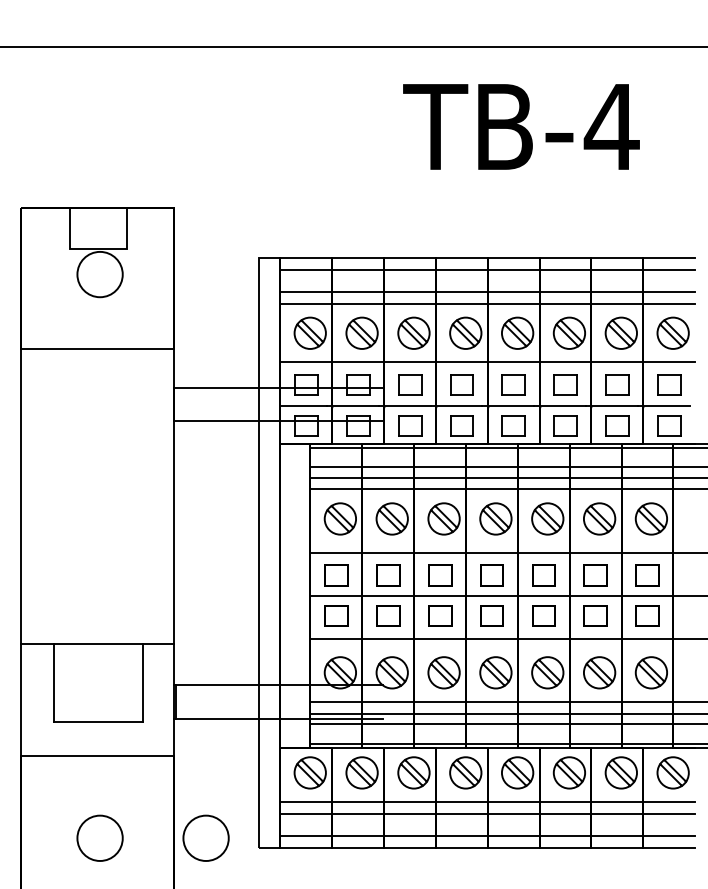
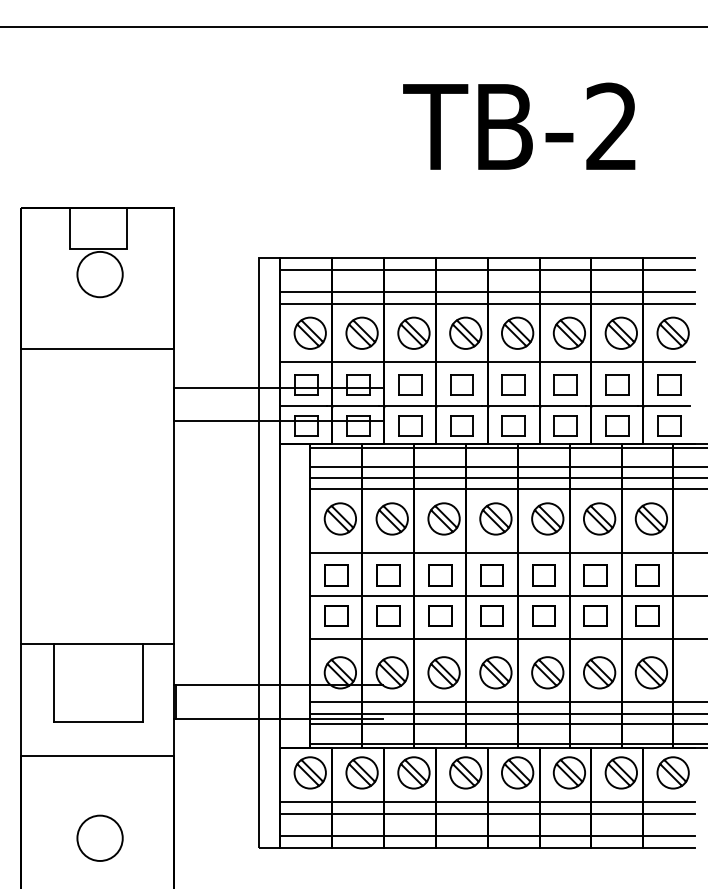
line at (353, 46) position: (353, 46) -> (353, 26)
text at (611, 125): TB-4 -> TB-2
circle at (205, 837): present -> none
